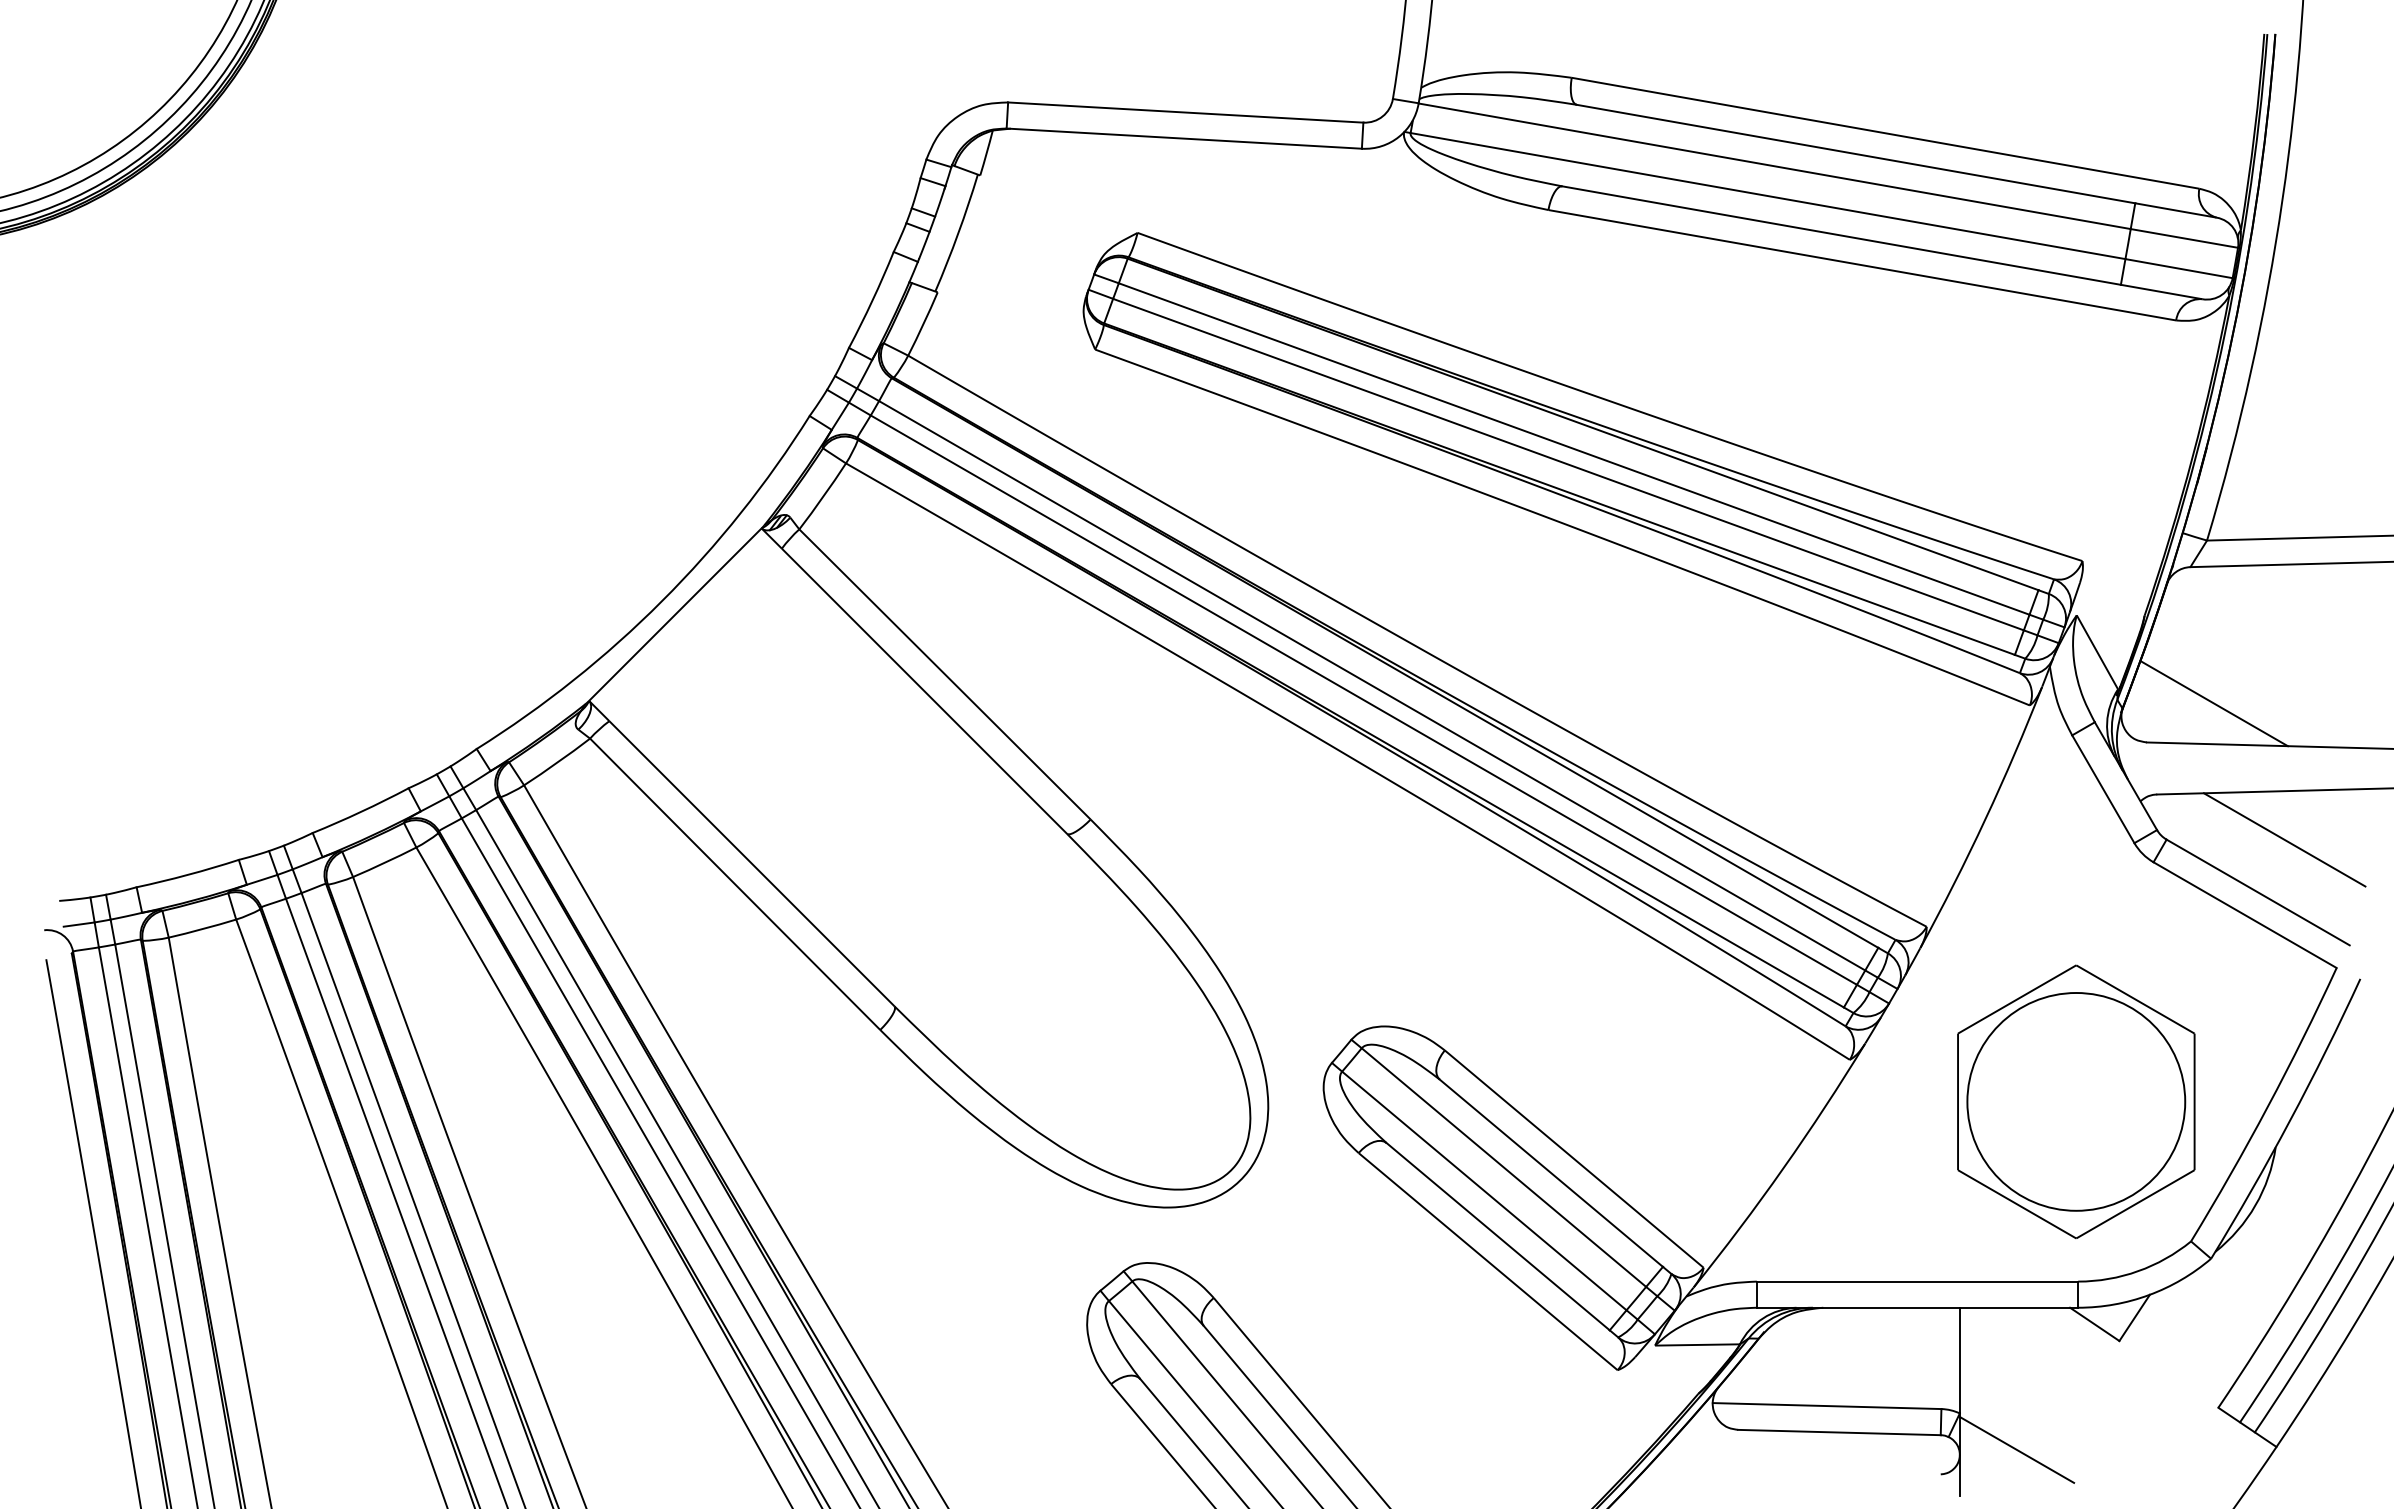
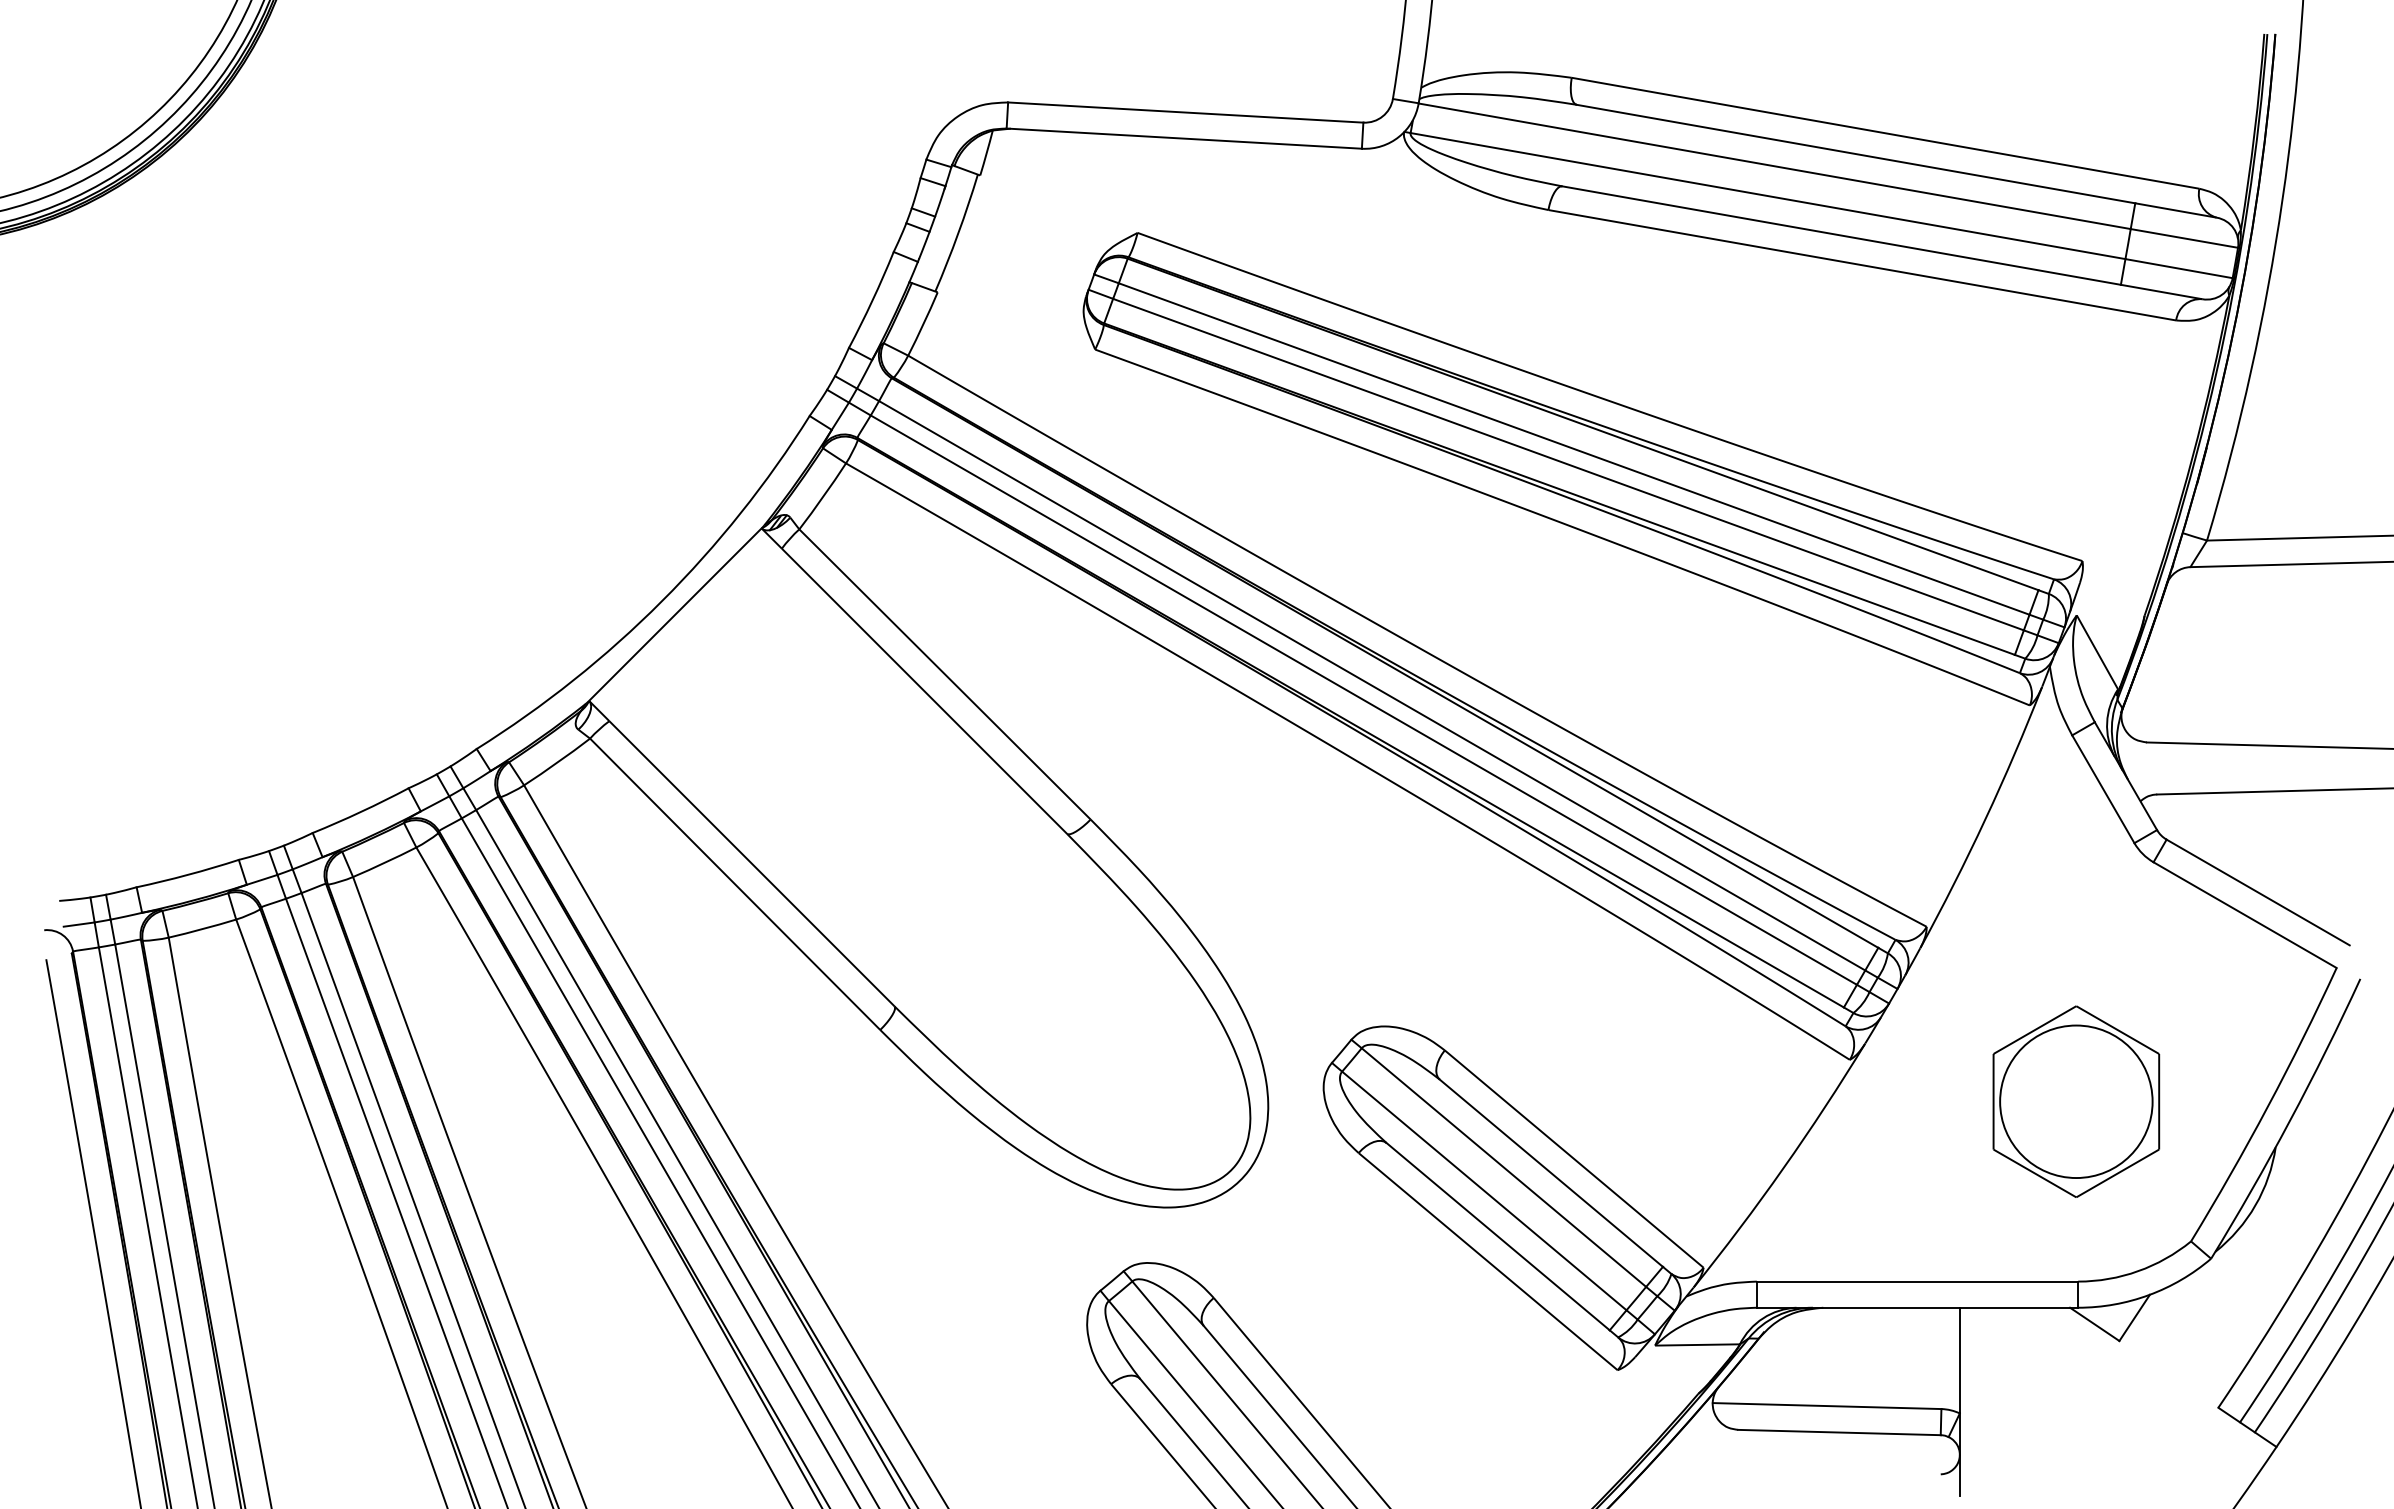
line at (2213, 703): present -> none
line at (2284, 839): present -> none
part at (2076, 1101) size: 239x275 px -> 169x193 px
line at (2016, 1449): present -> none
